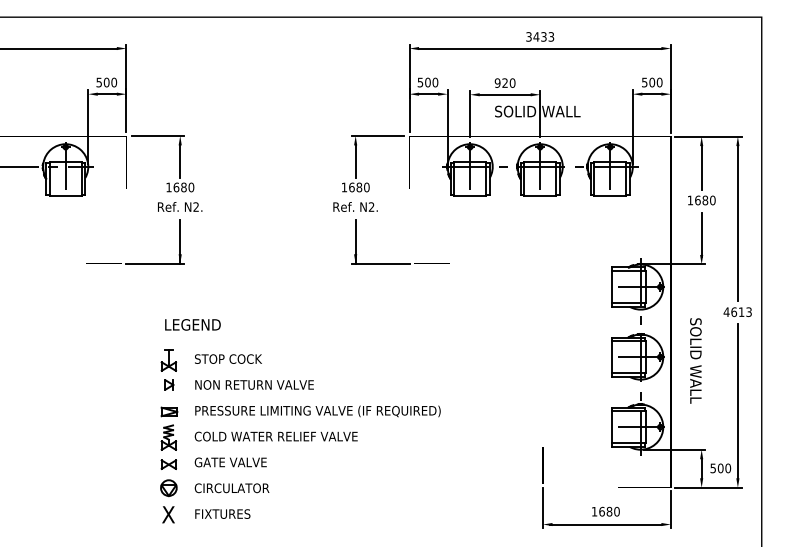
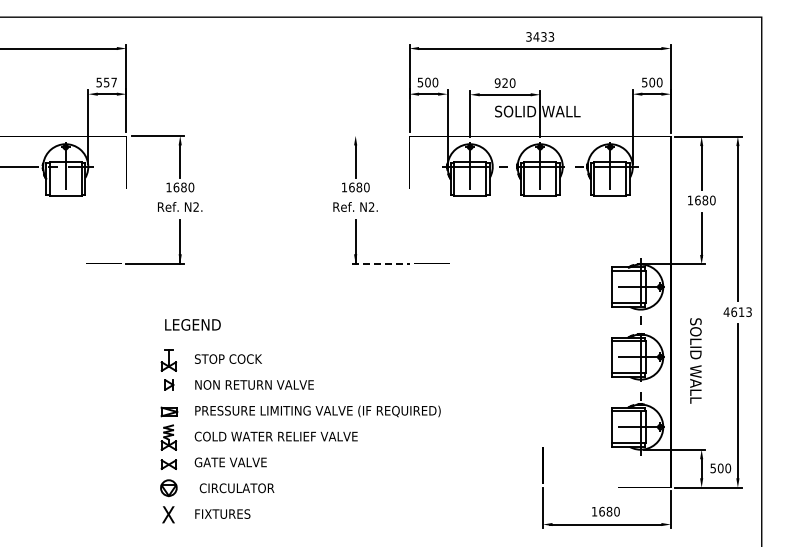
text at (110, 82): 500 -> 557
line at (377, 135): present -> none
line at (380, 263): solid -> dashed
text at (231, 488) position: (231, 488) -> (236, 488)
